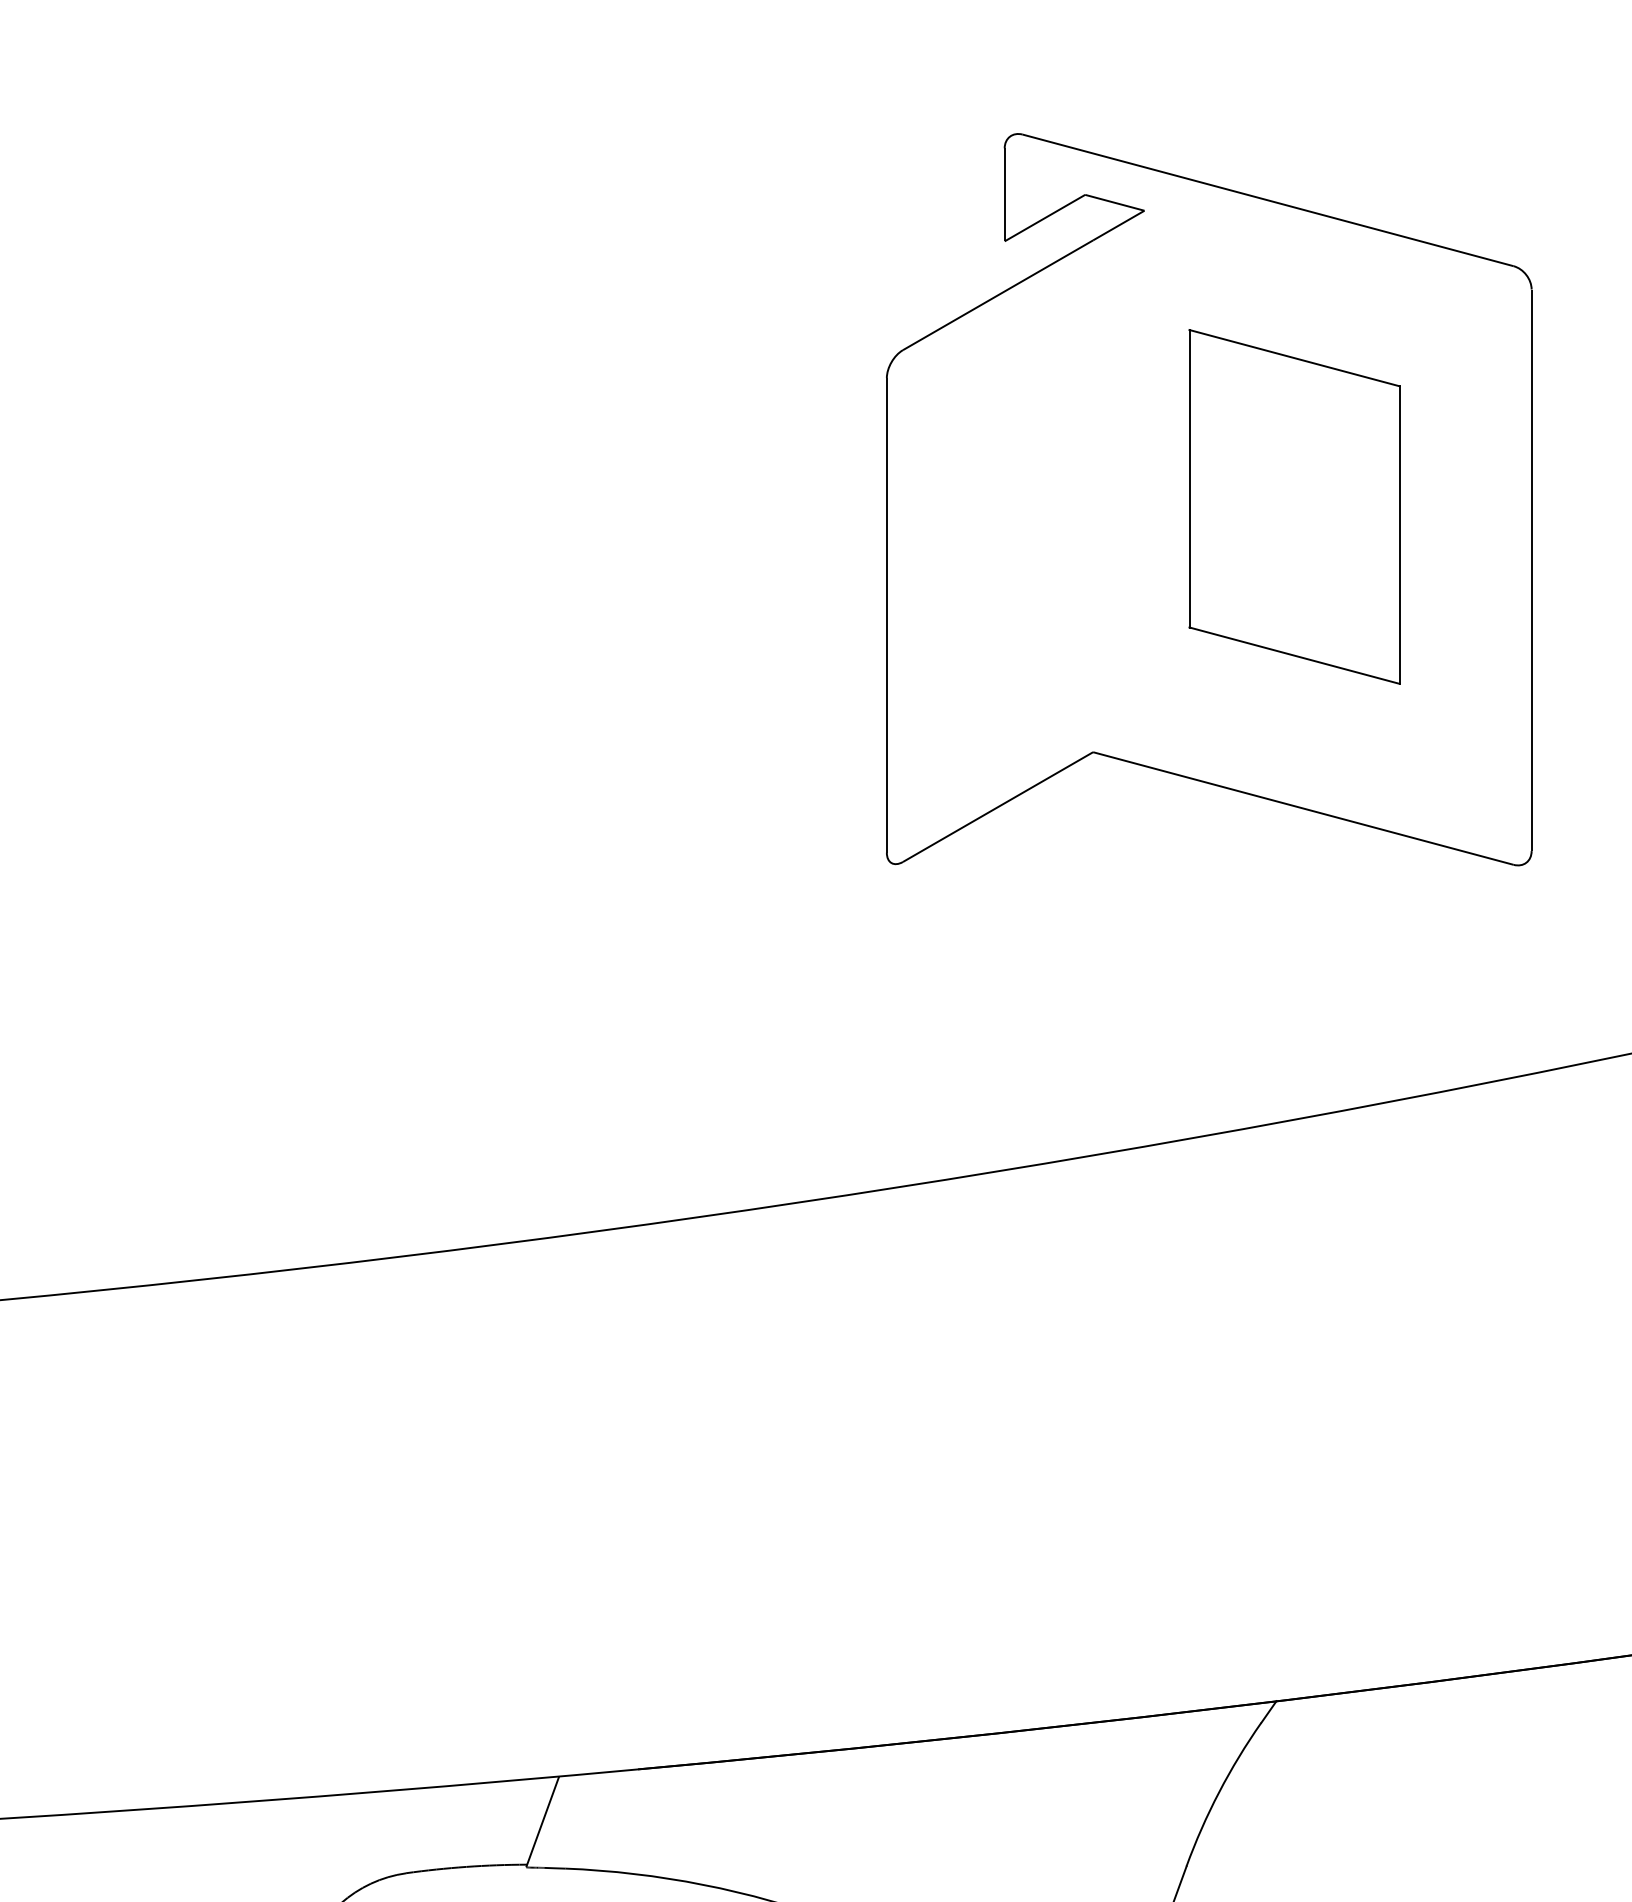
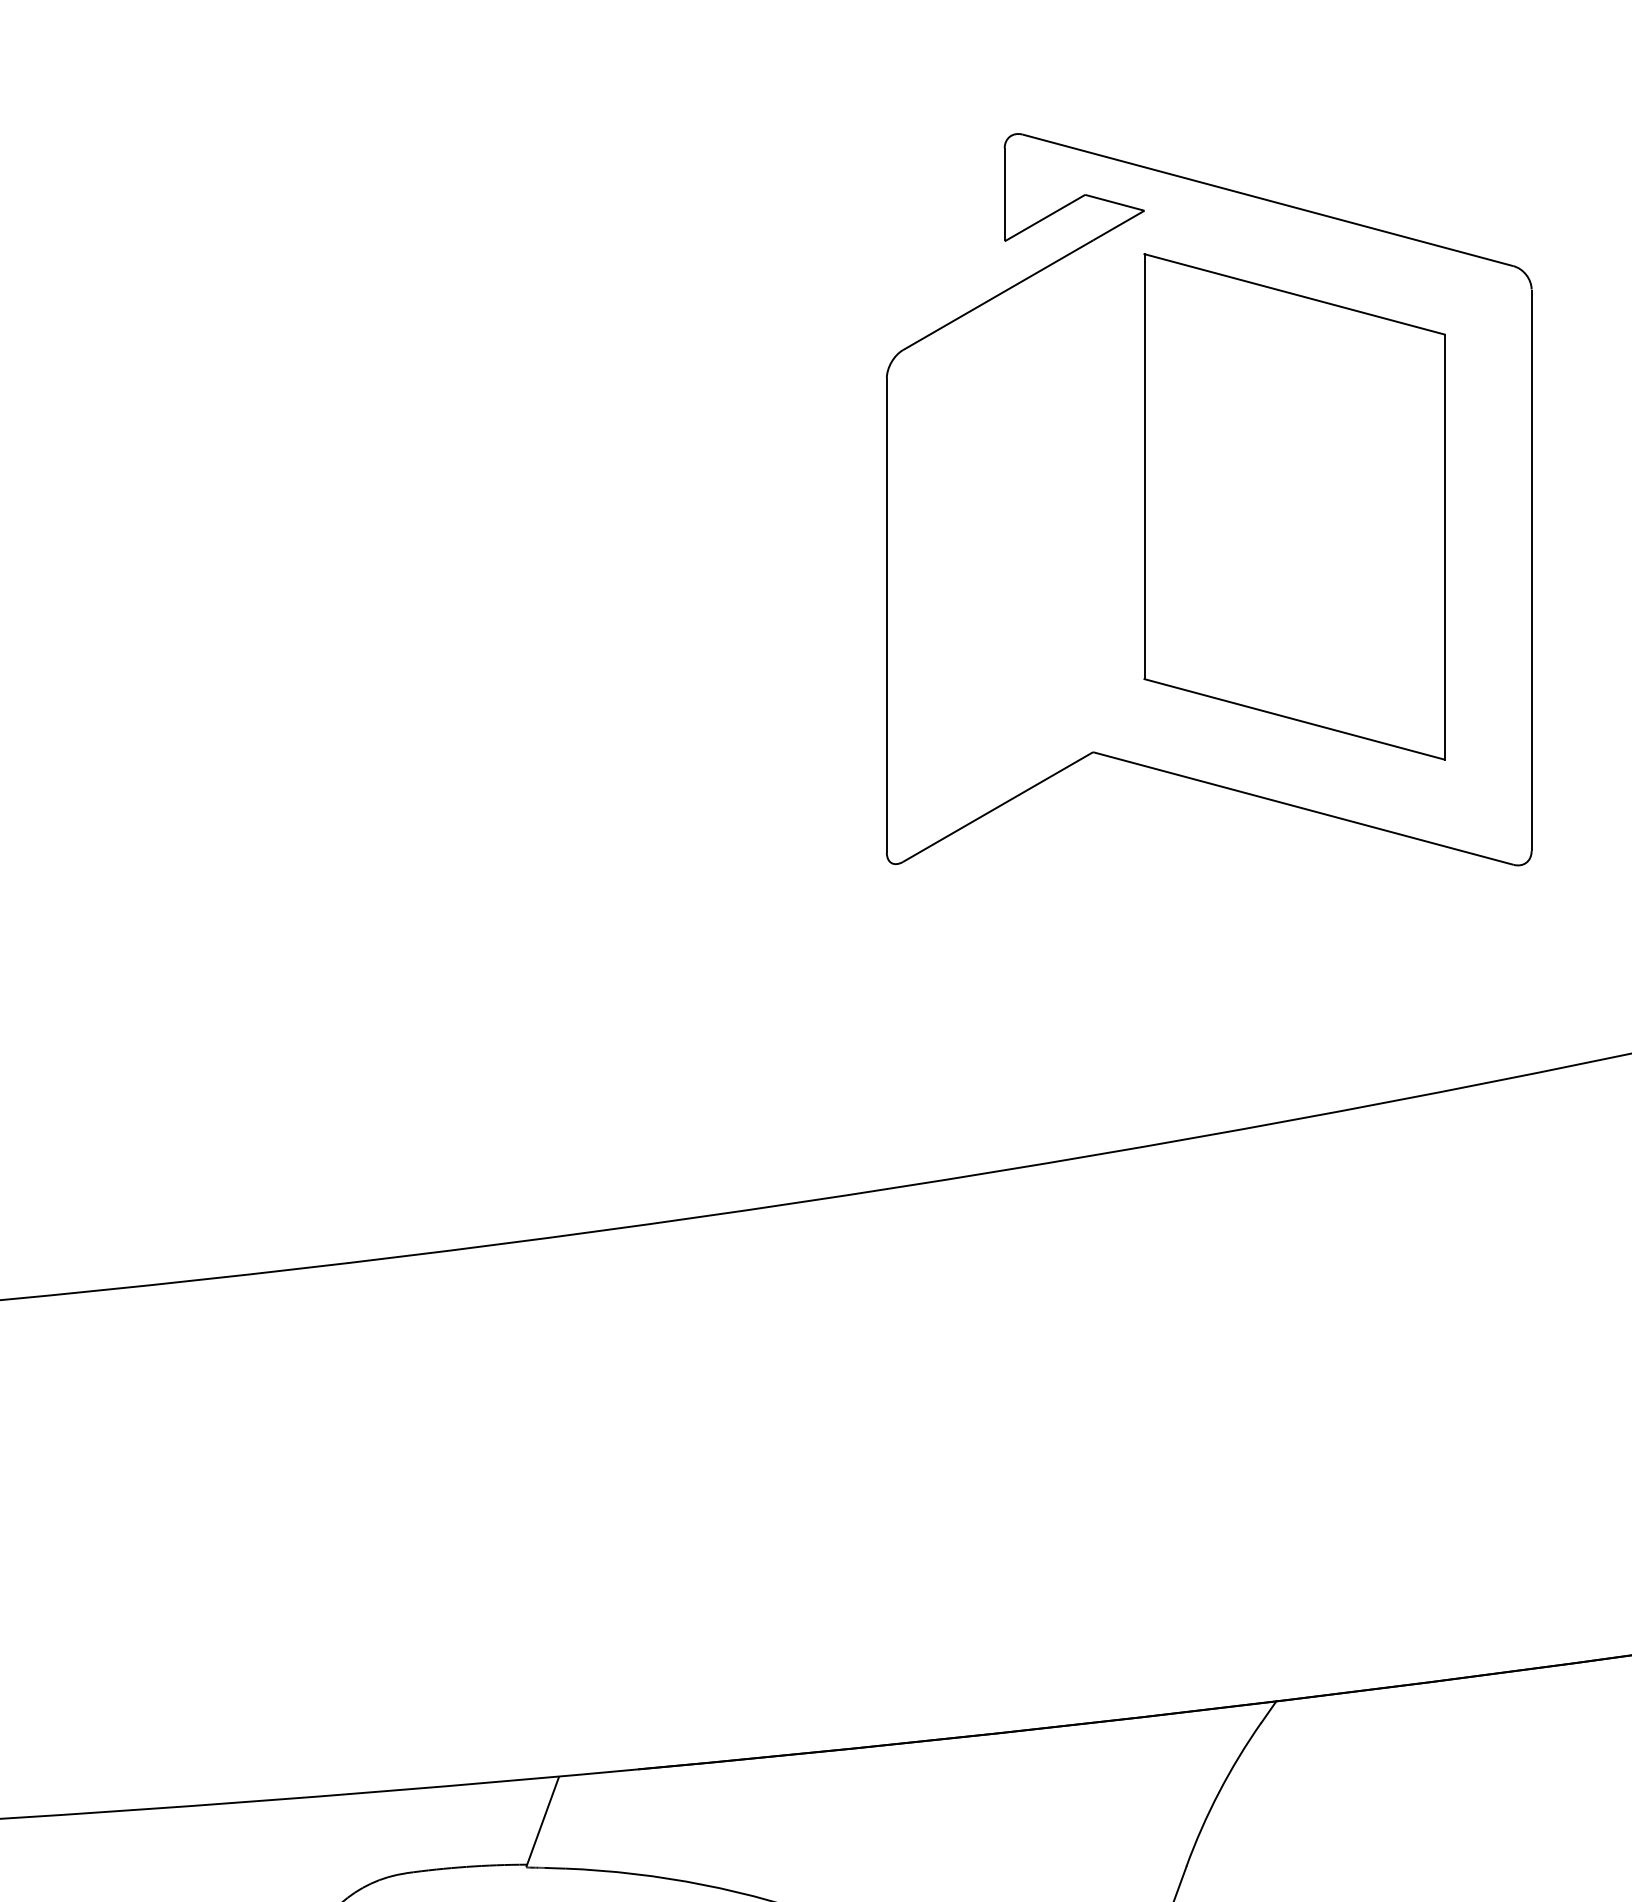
part at (1294, 506) size: 213x356 px -> 303x508 px
